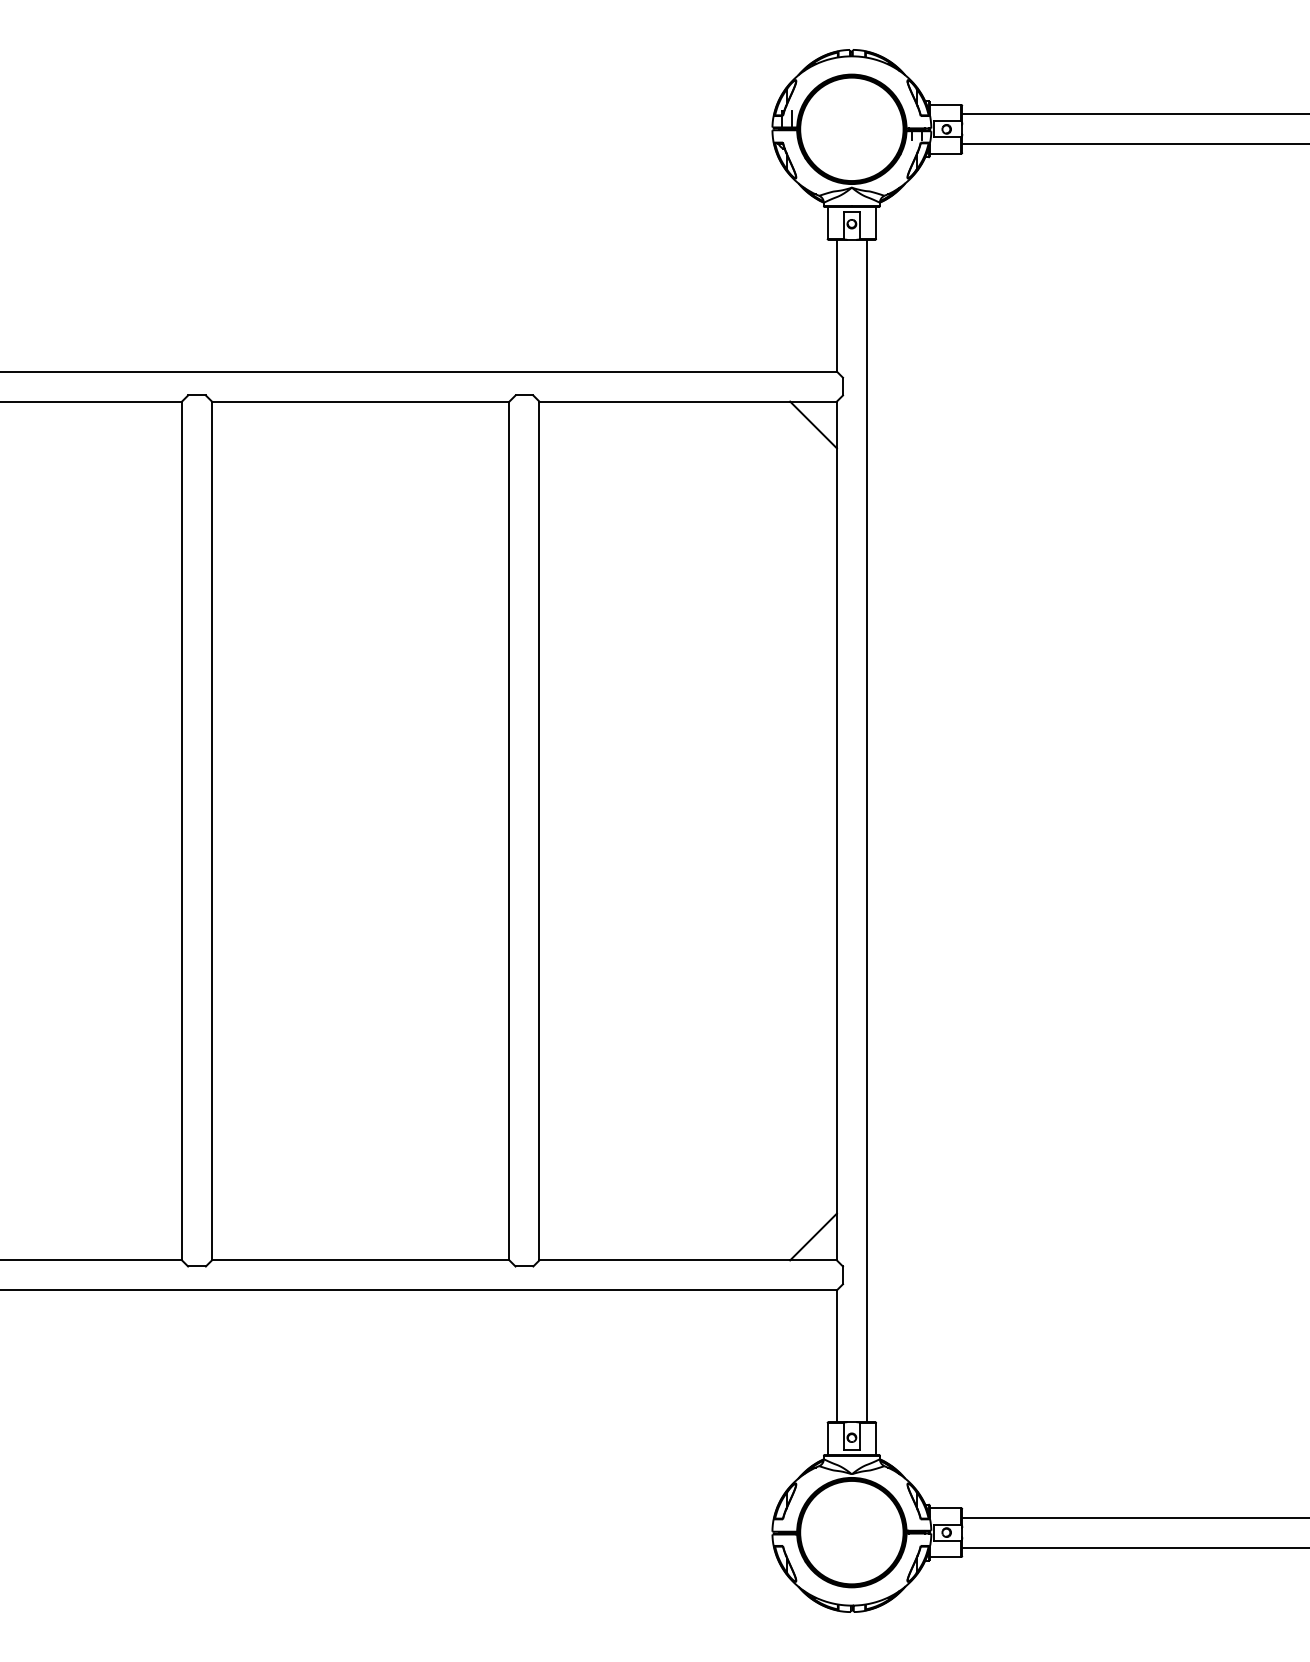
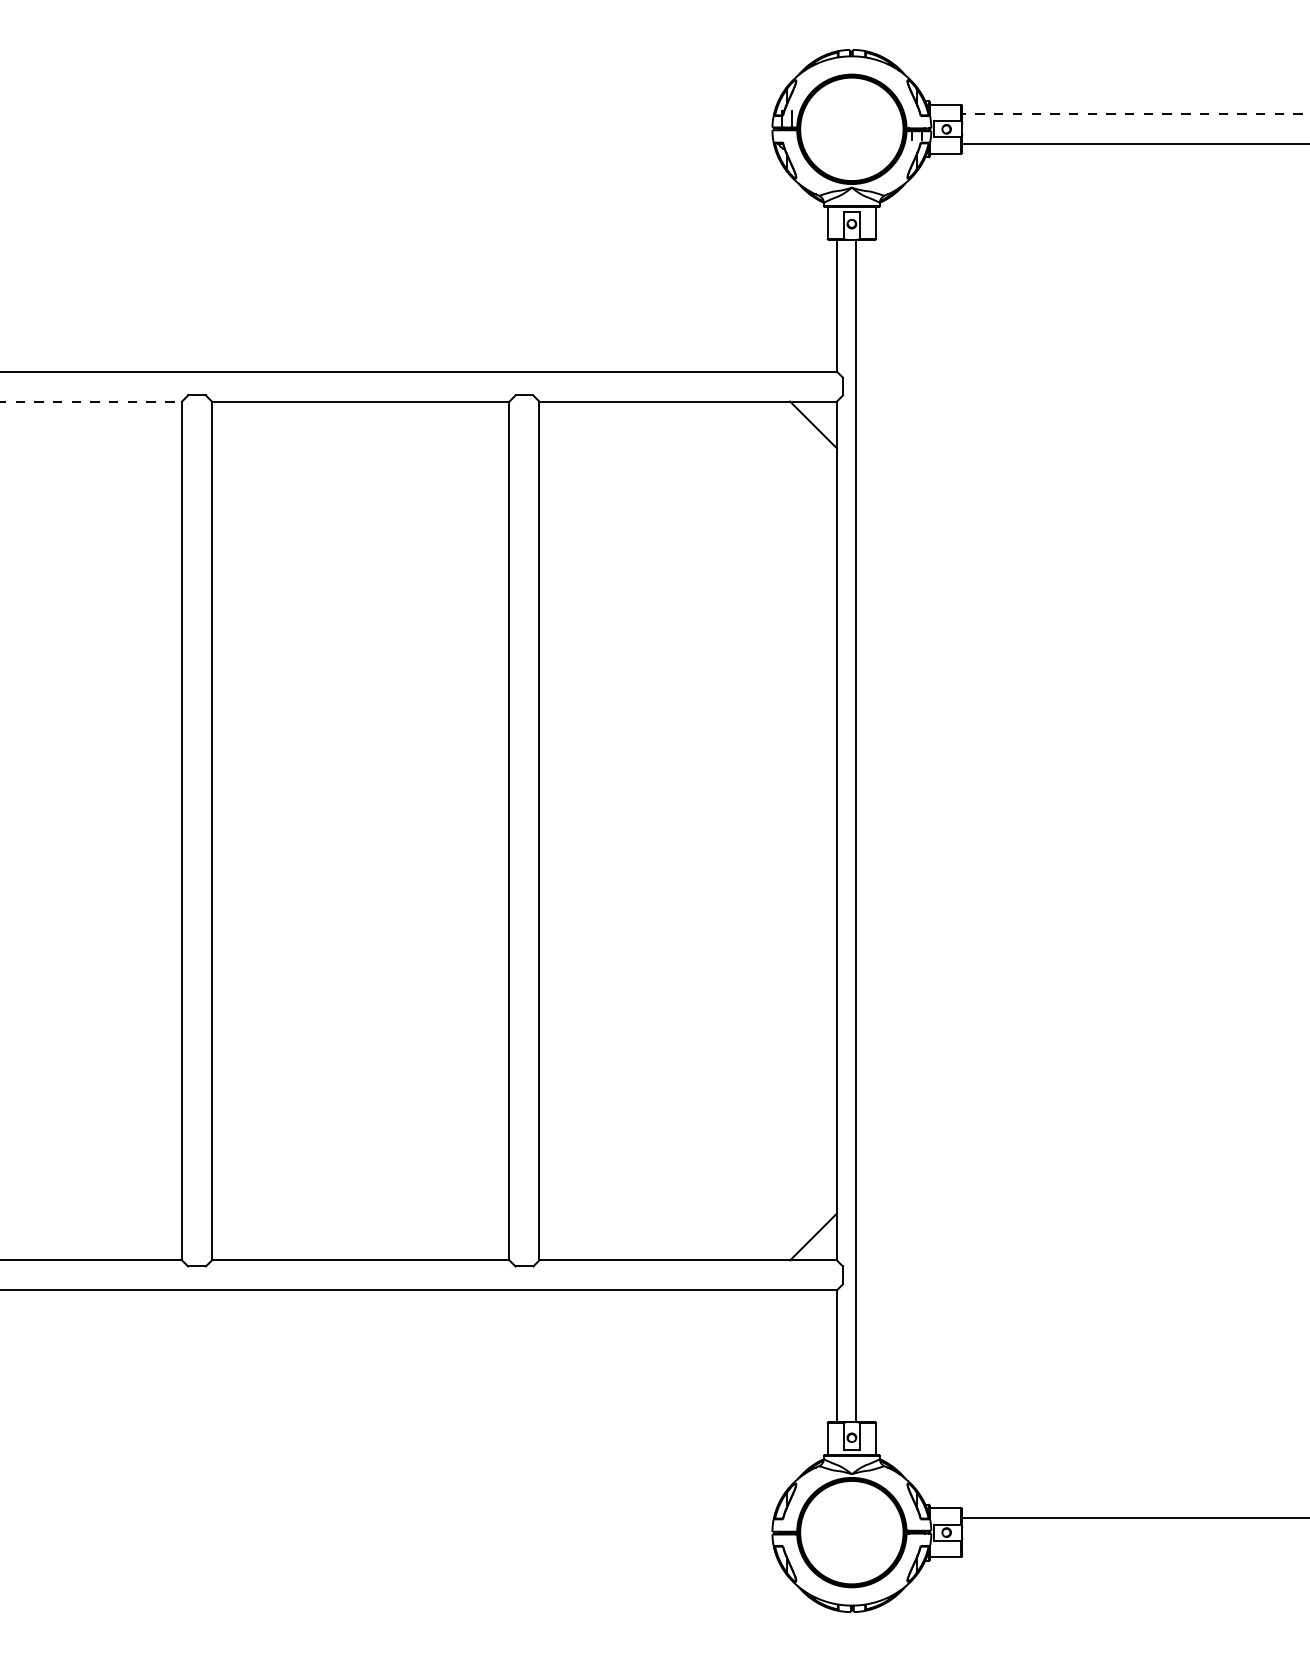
line at (1135, 114): solid -> dashed
line at (91, 401): solid -> dashed
line at (866, 830) position: (866, 830) -> (855, 830)
line at (1134, 1547): present -> none
